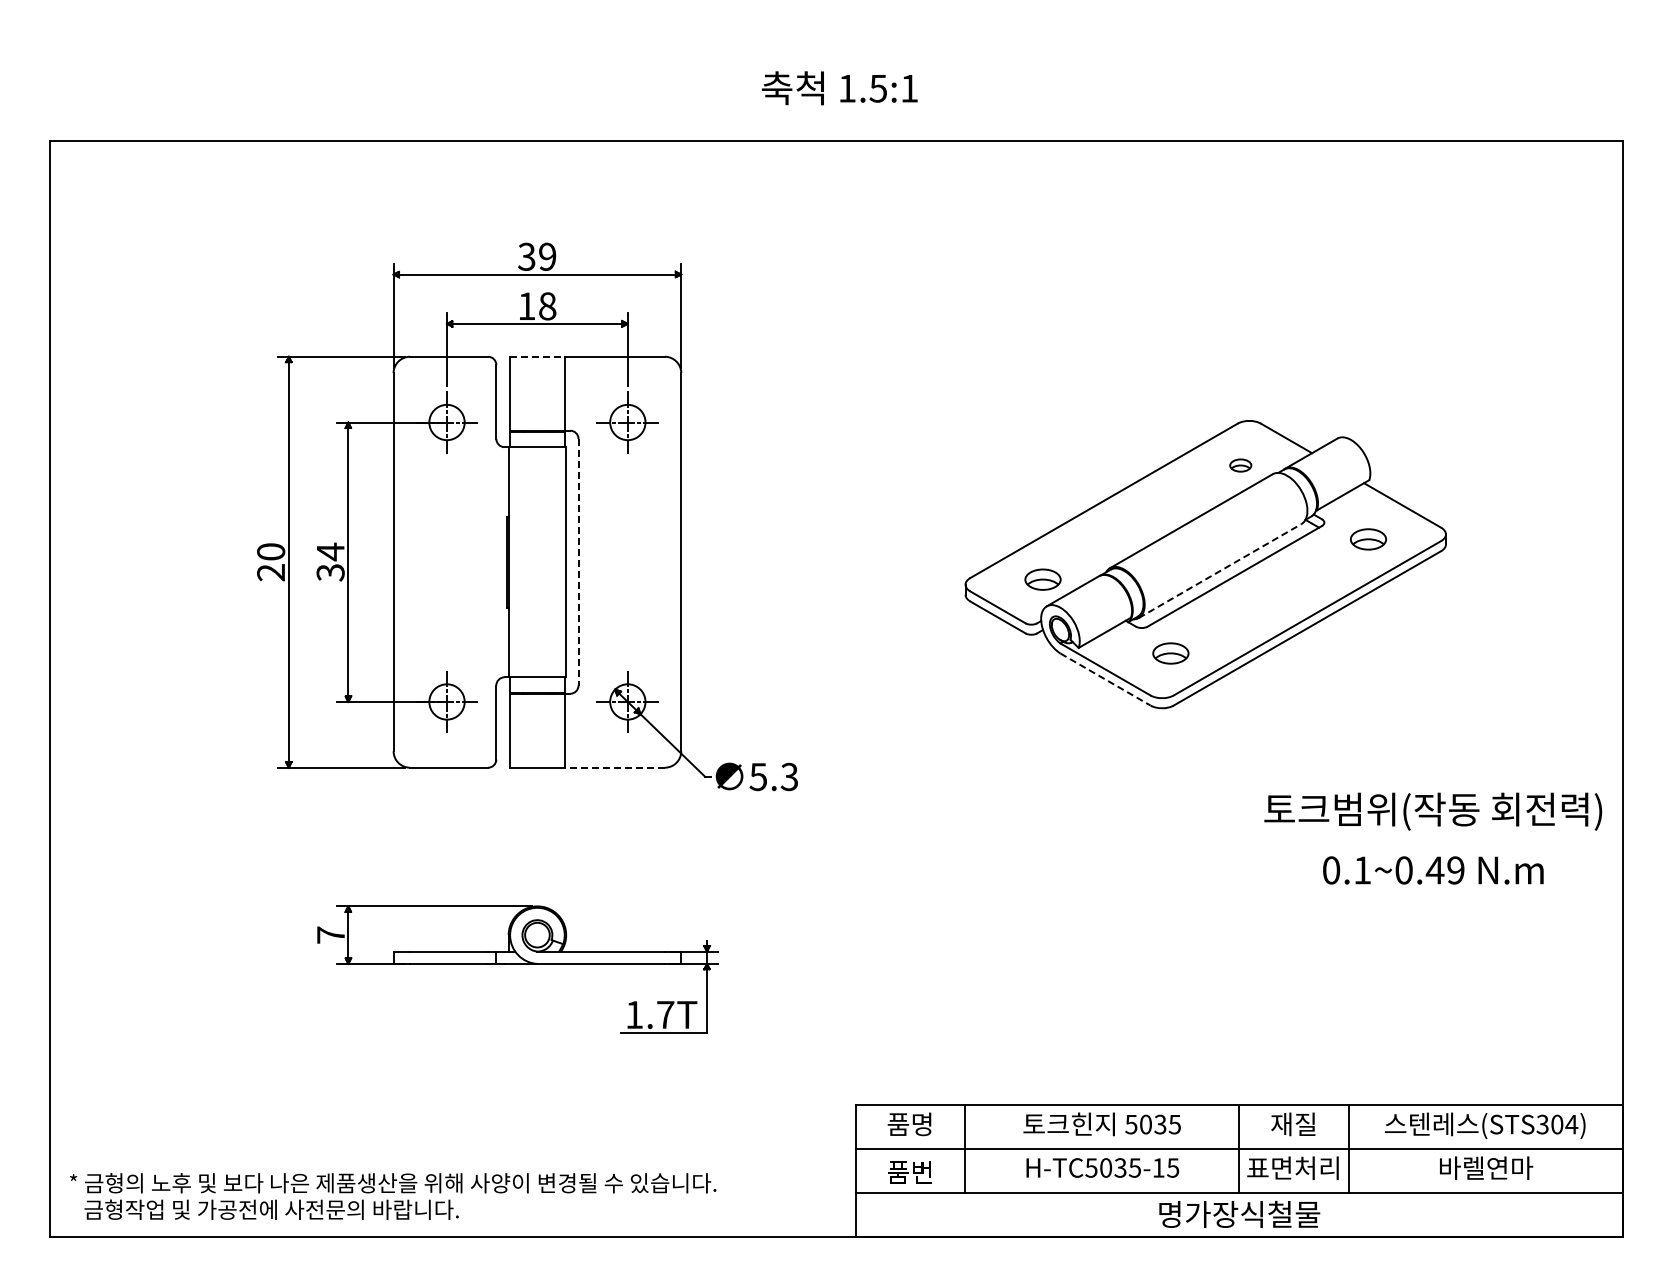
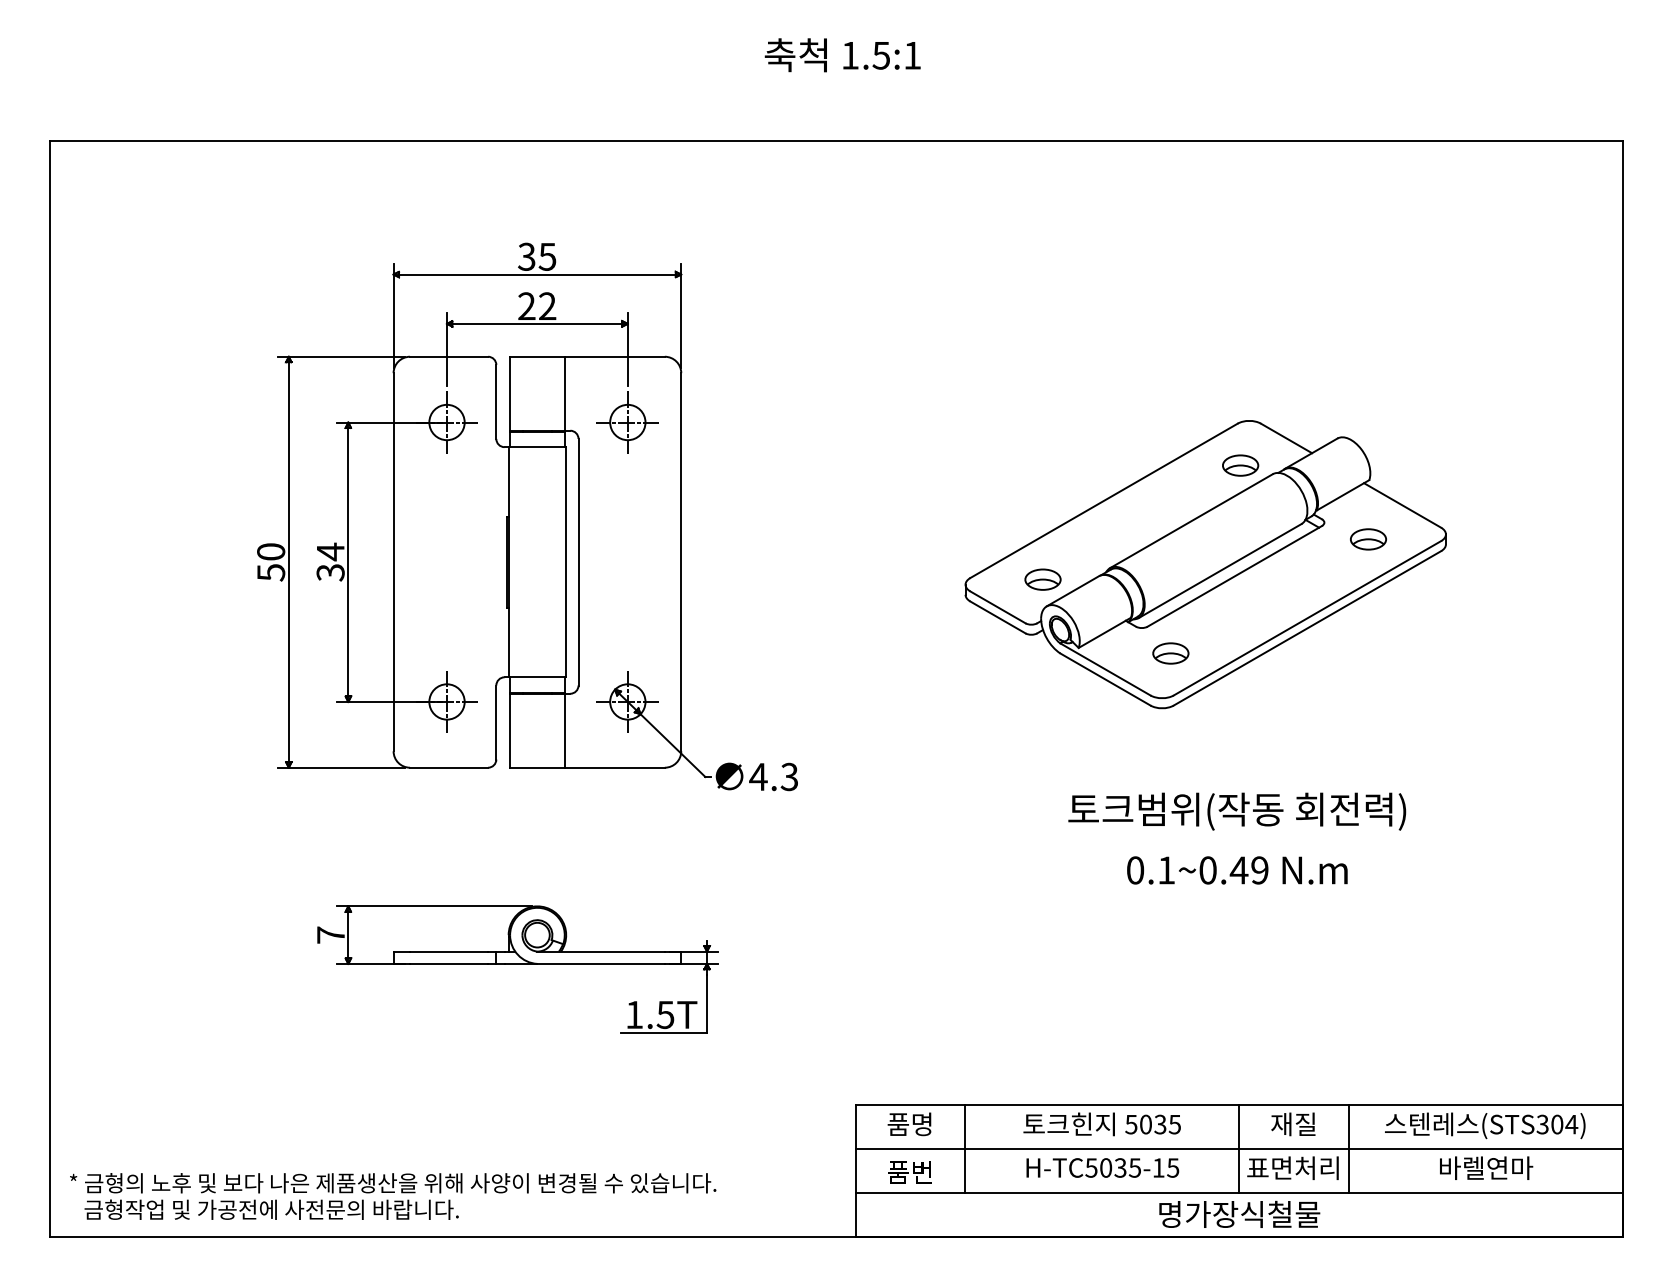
text at (839, 88) position: (839, 88) -> (842, 55)
text at (547, 256): 39 -> 35
text at (537, 306): 18 -> 22
line at (537, 356): dashed -> solid
part at (1240, 465) size: 24x15 px -> 38x23 px
line at (578, 562): dashed -> solid
line at (1220, 571): dashed -> solid
text at (271, 572): 20 -> 50
line at (1105, 679): dashed -> solid
line at (614, 767): dashed -> solid
text at (758, 777): 5.3 -> 4.3
text at (1433, 838) position: (1433, 838) -> (1237, 838)
text at (665, 1015): 1.7T -> 1.5T
